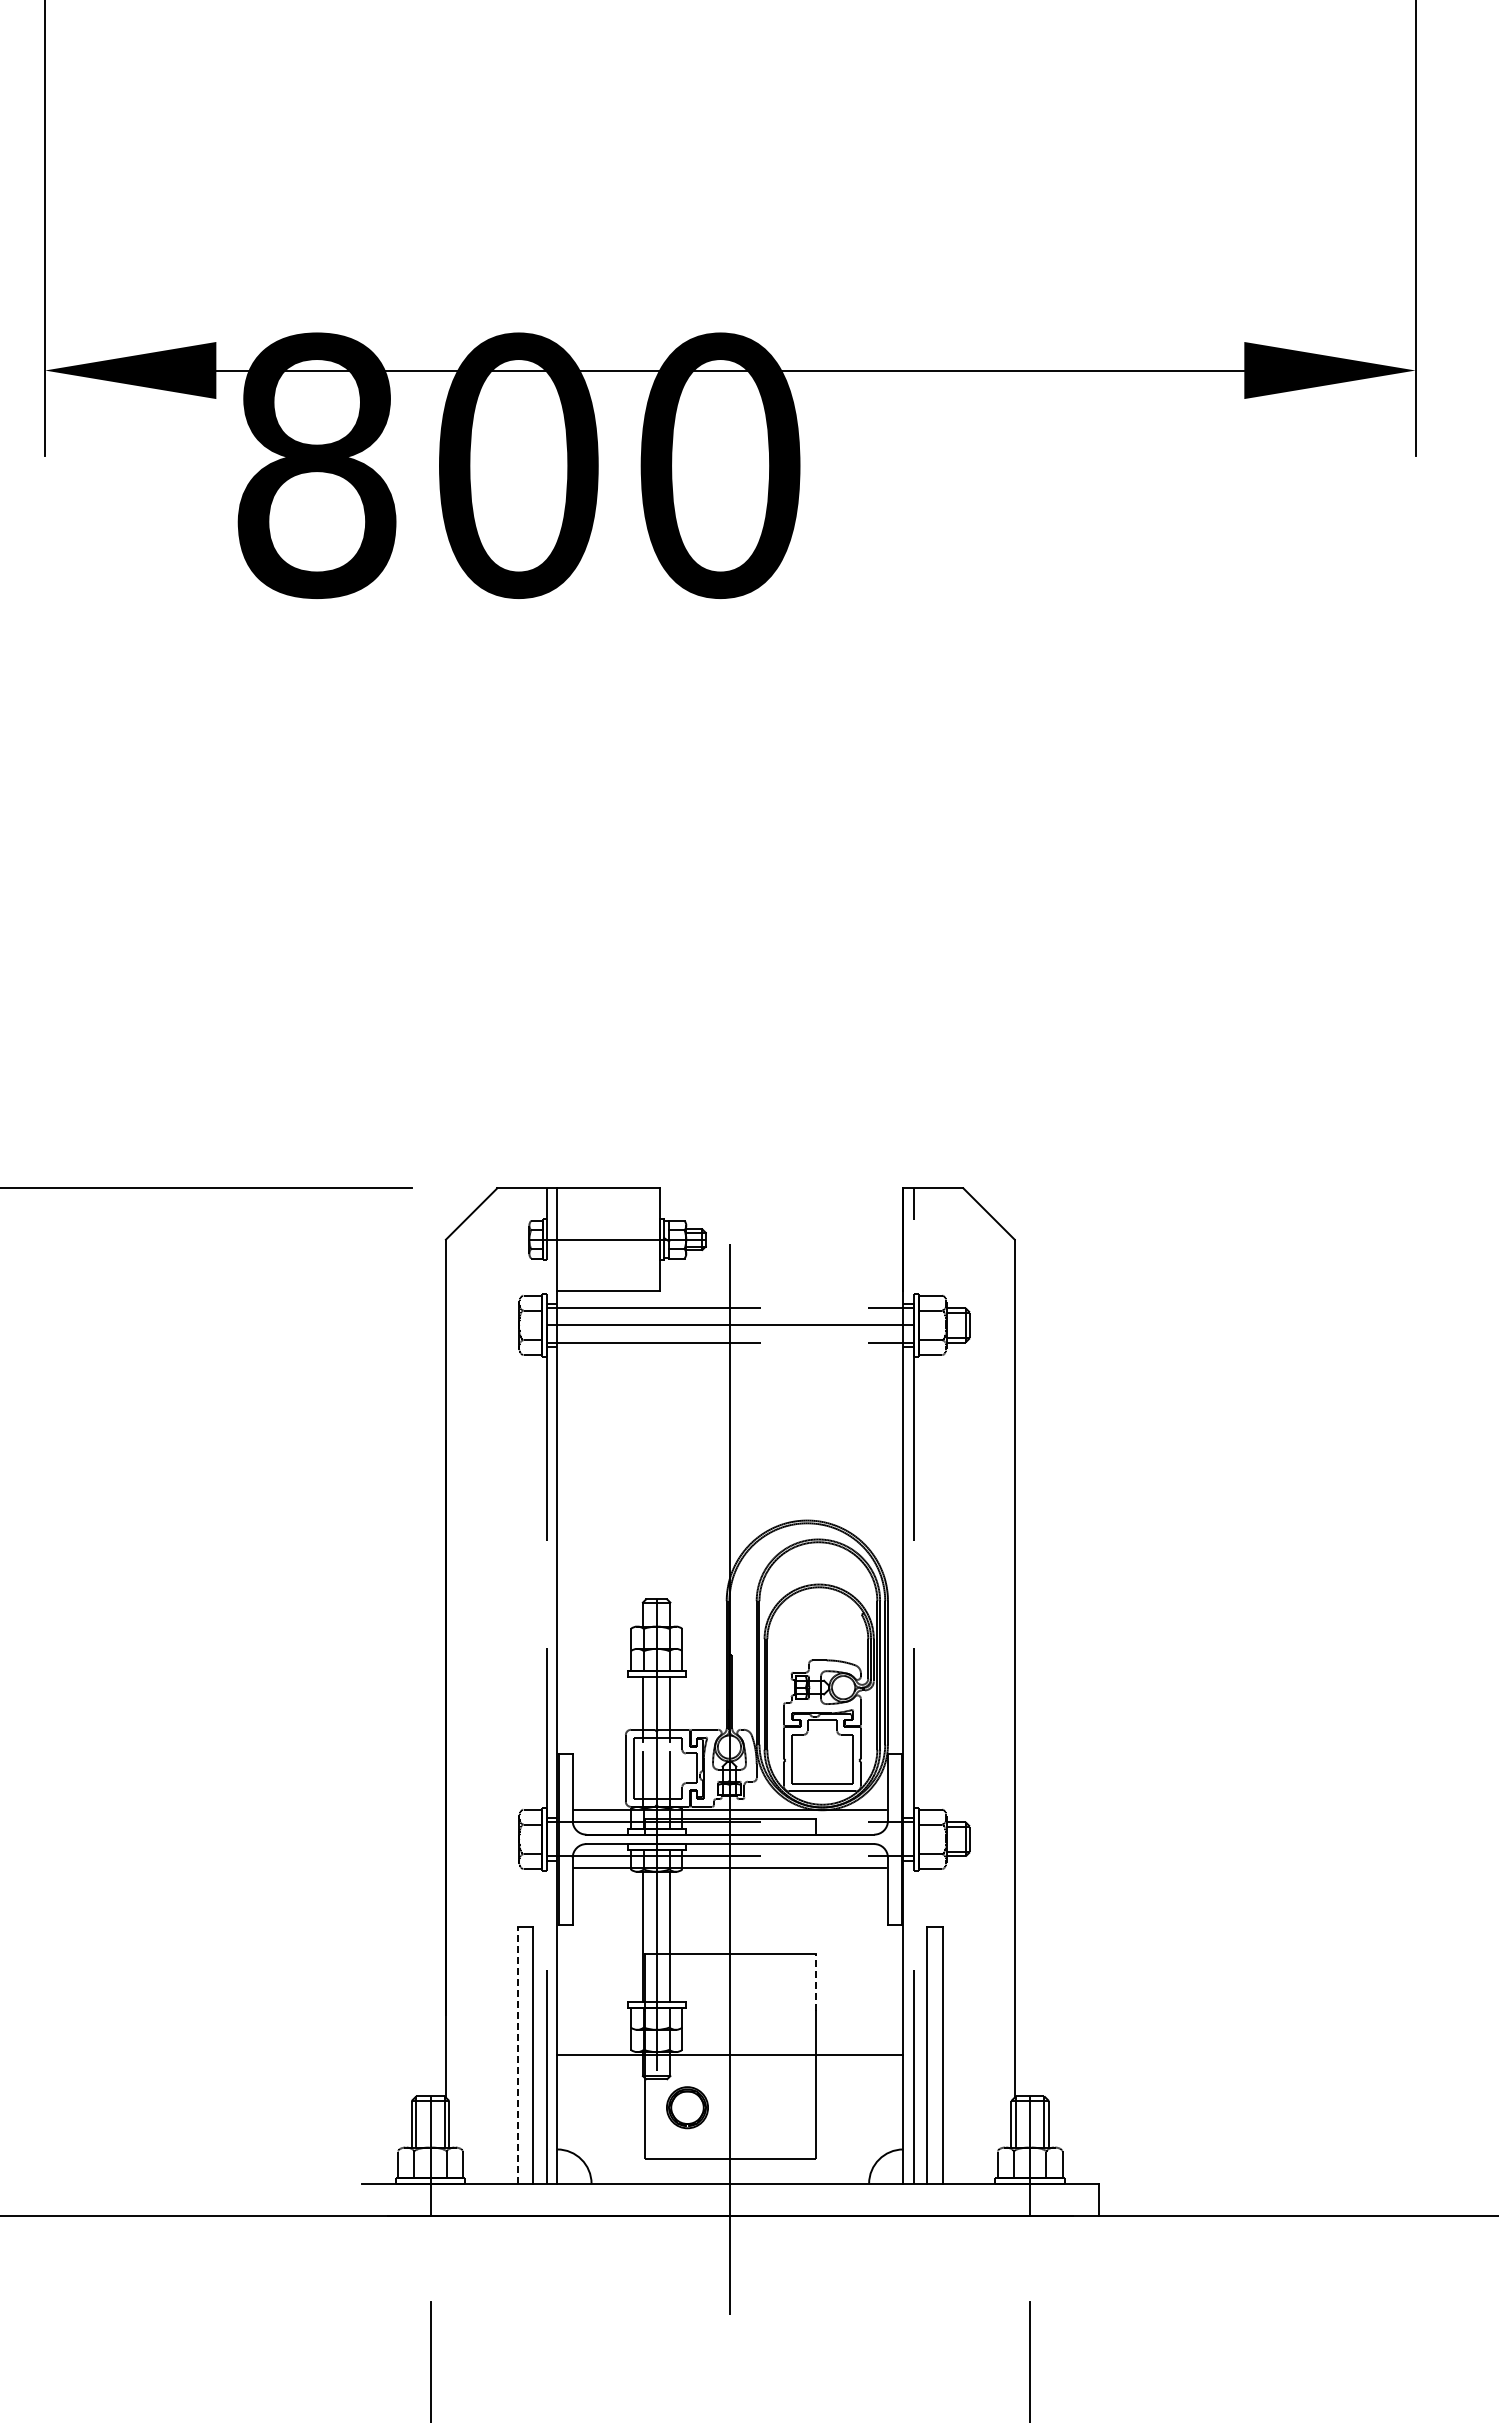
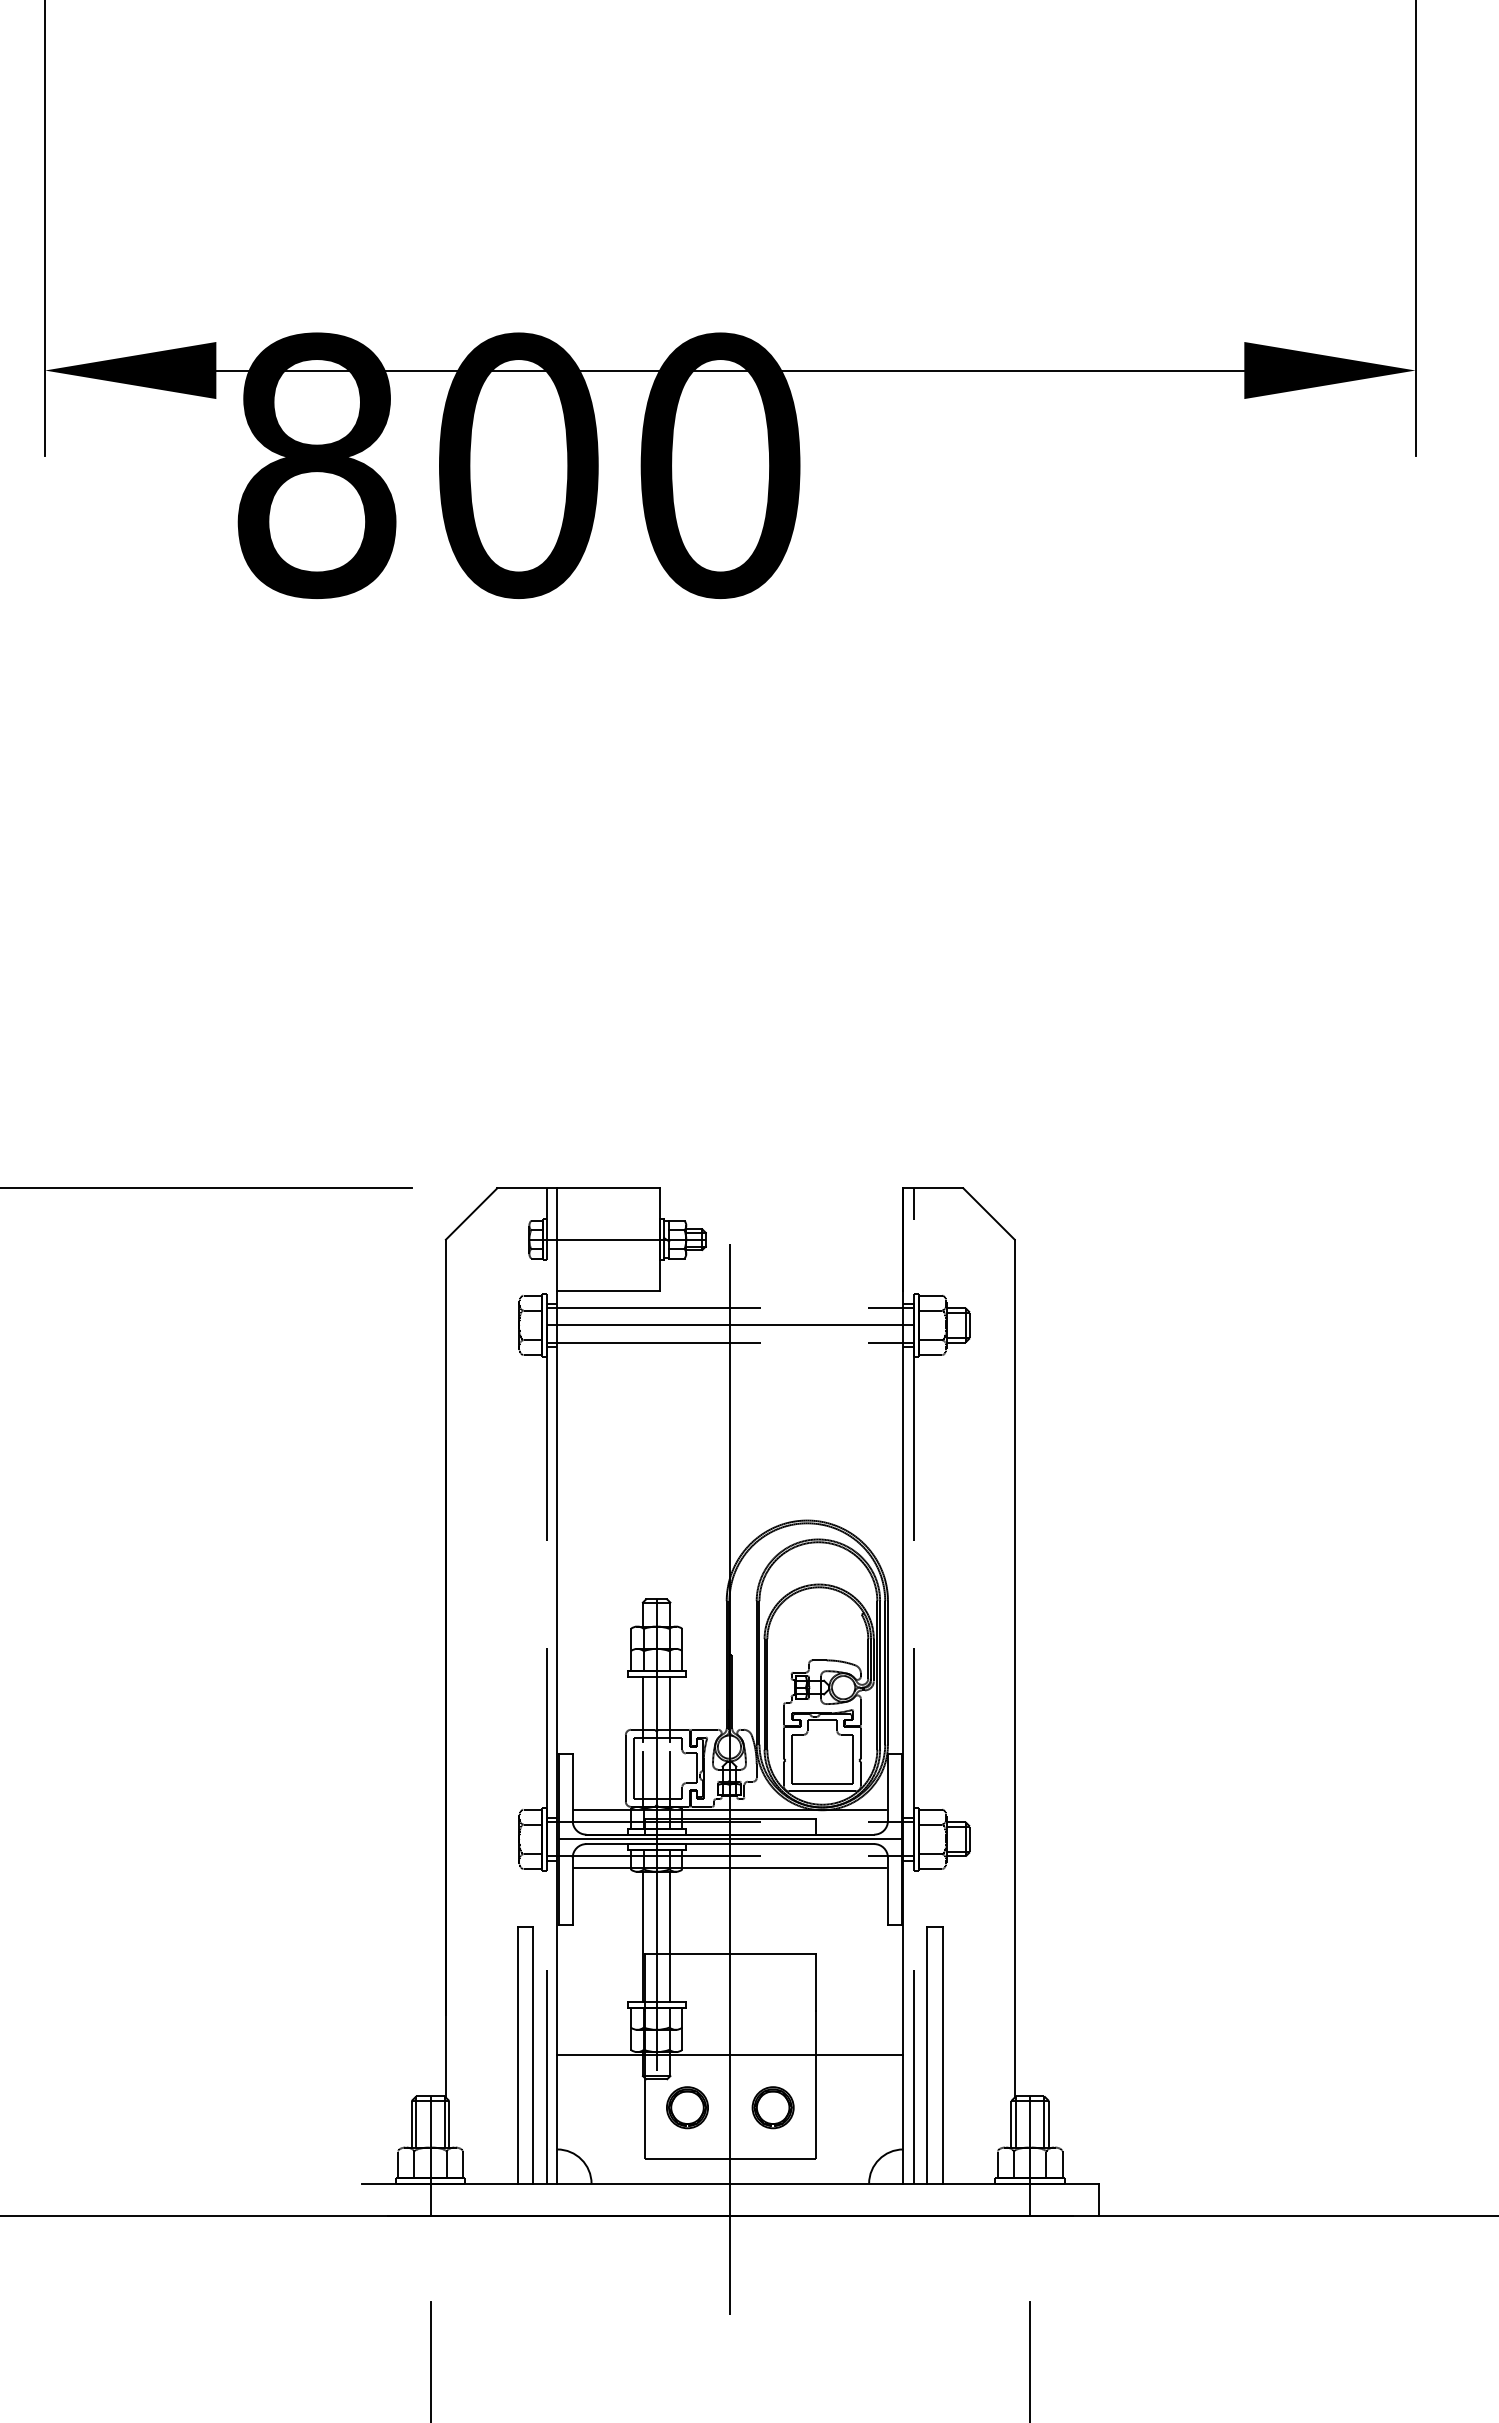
line at (730, 1839): none -> present
line at (816, 1982): dashed -> solid
line at (517, 2054): dashed -> solid
part at (772, 2107): none -> present
